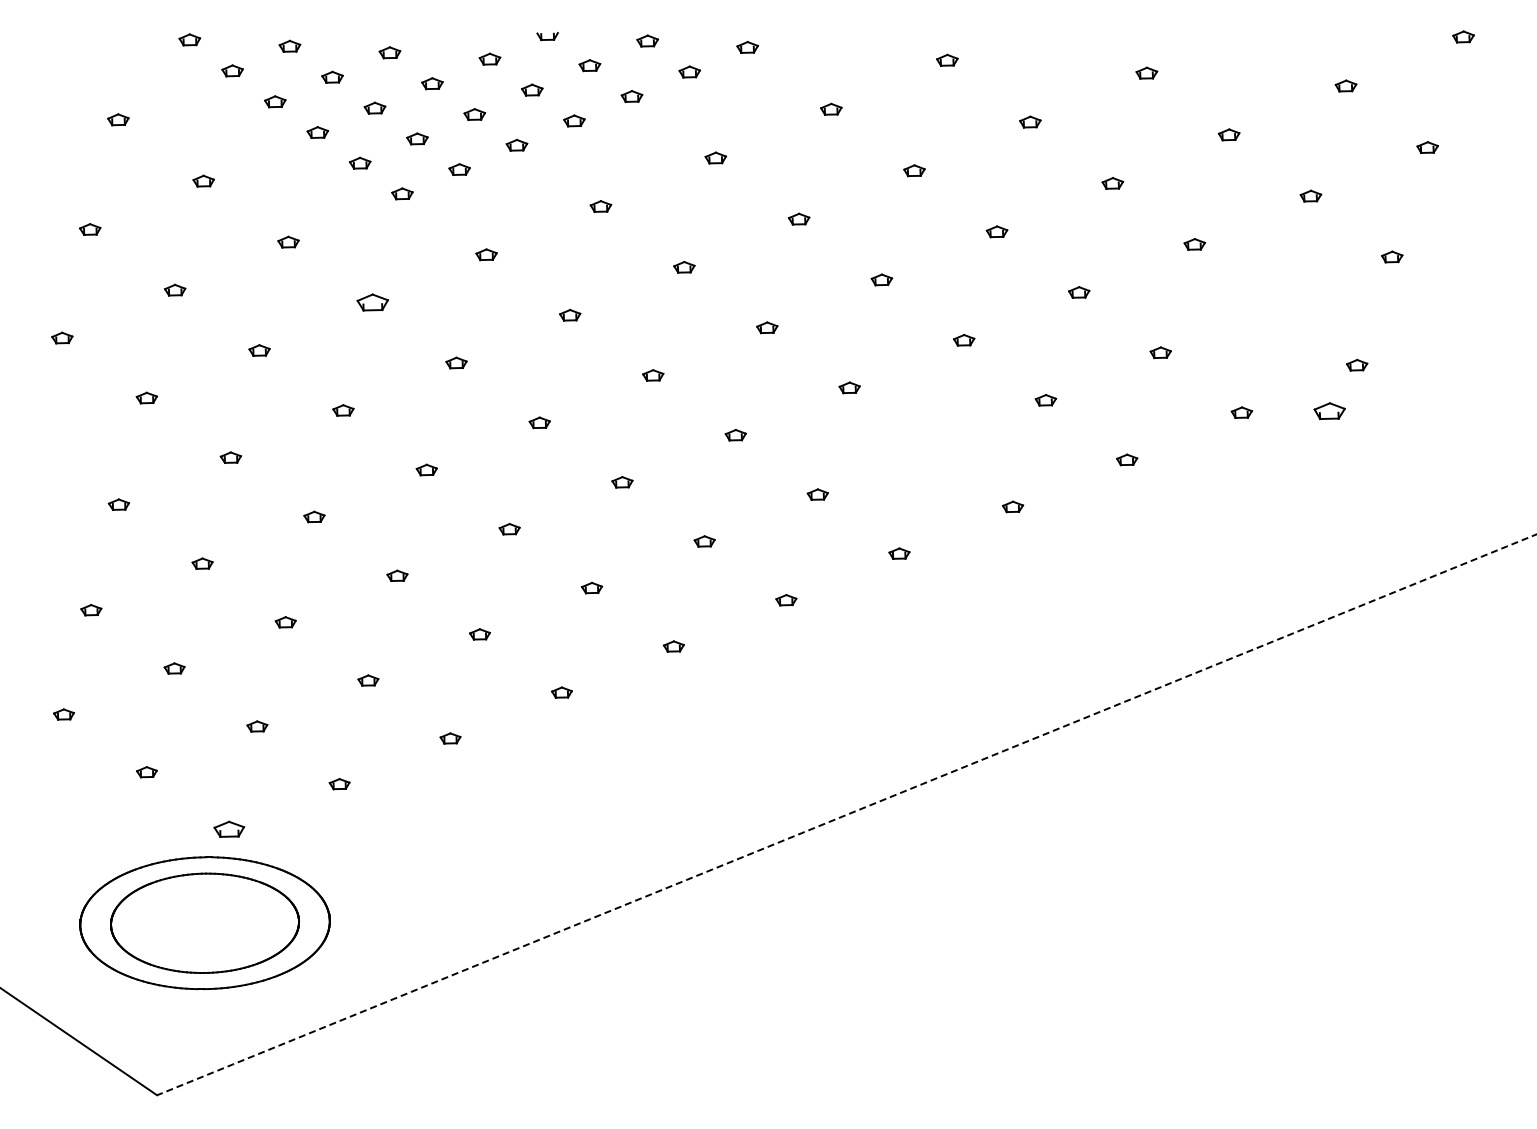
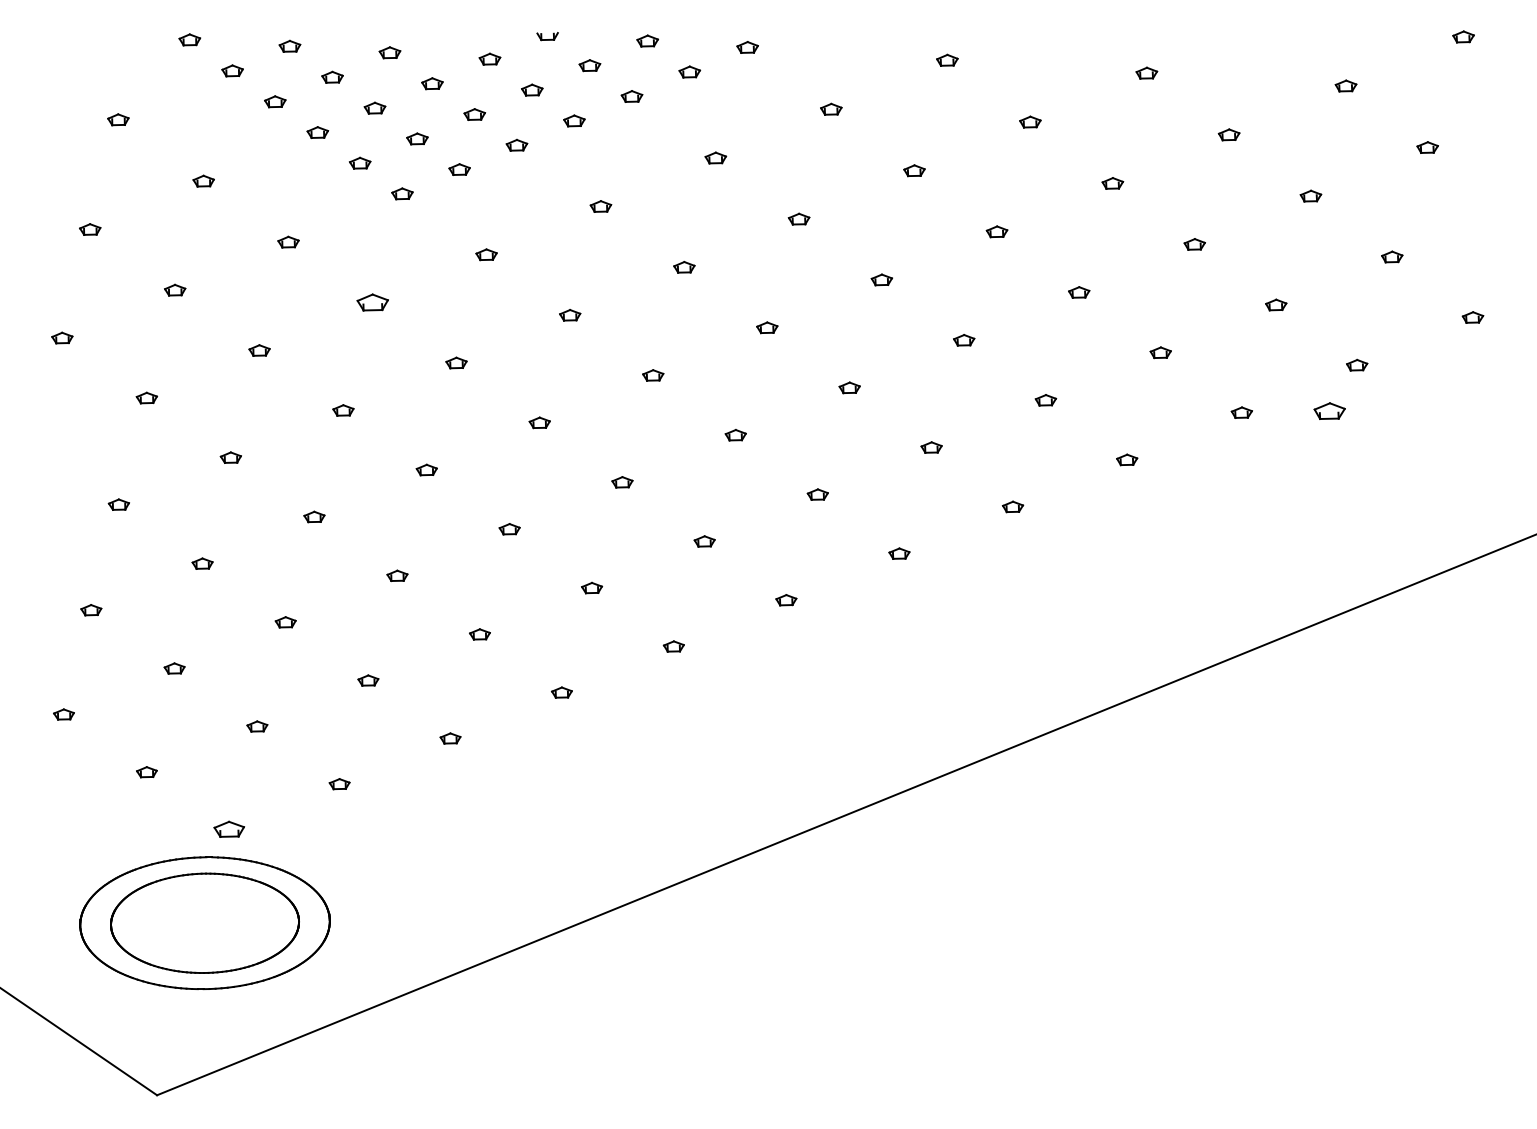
part at (1276, 304): none -> present
part at (1472, 317): none -> present
part at (931, 447): none -> present
line at (847, 814): dashed -> solid
